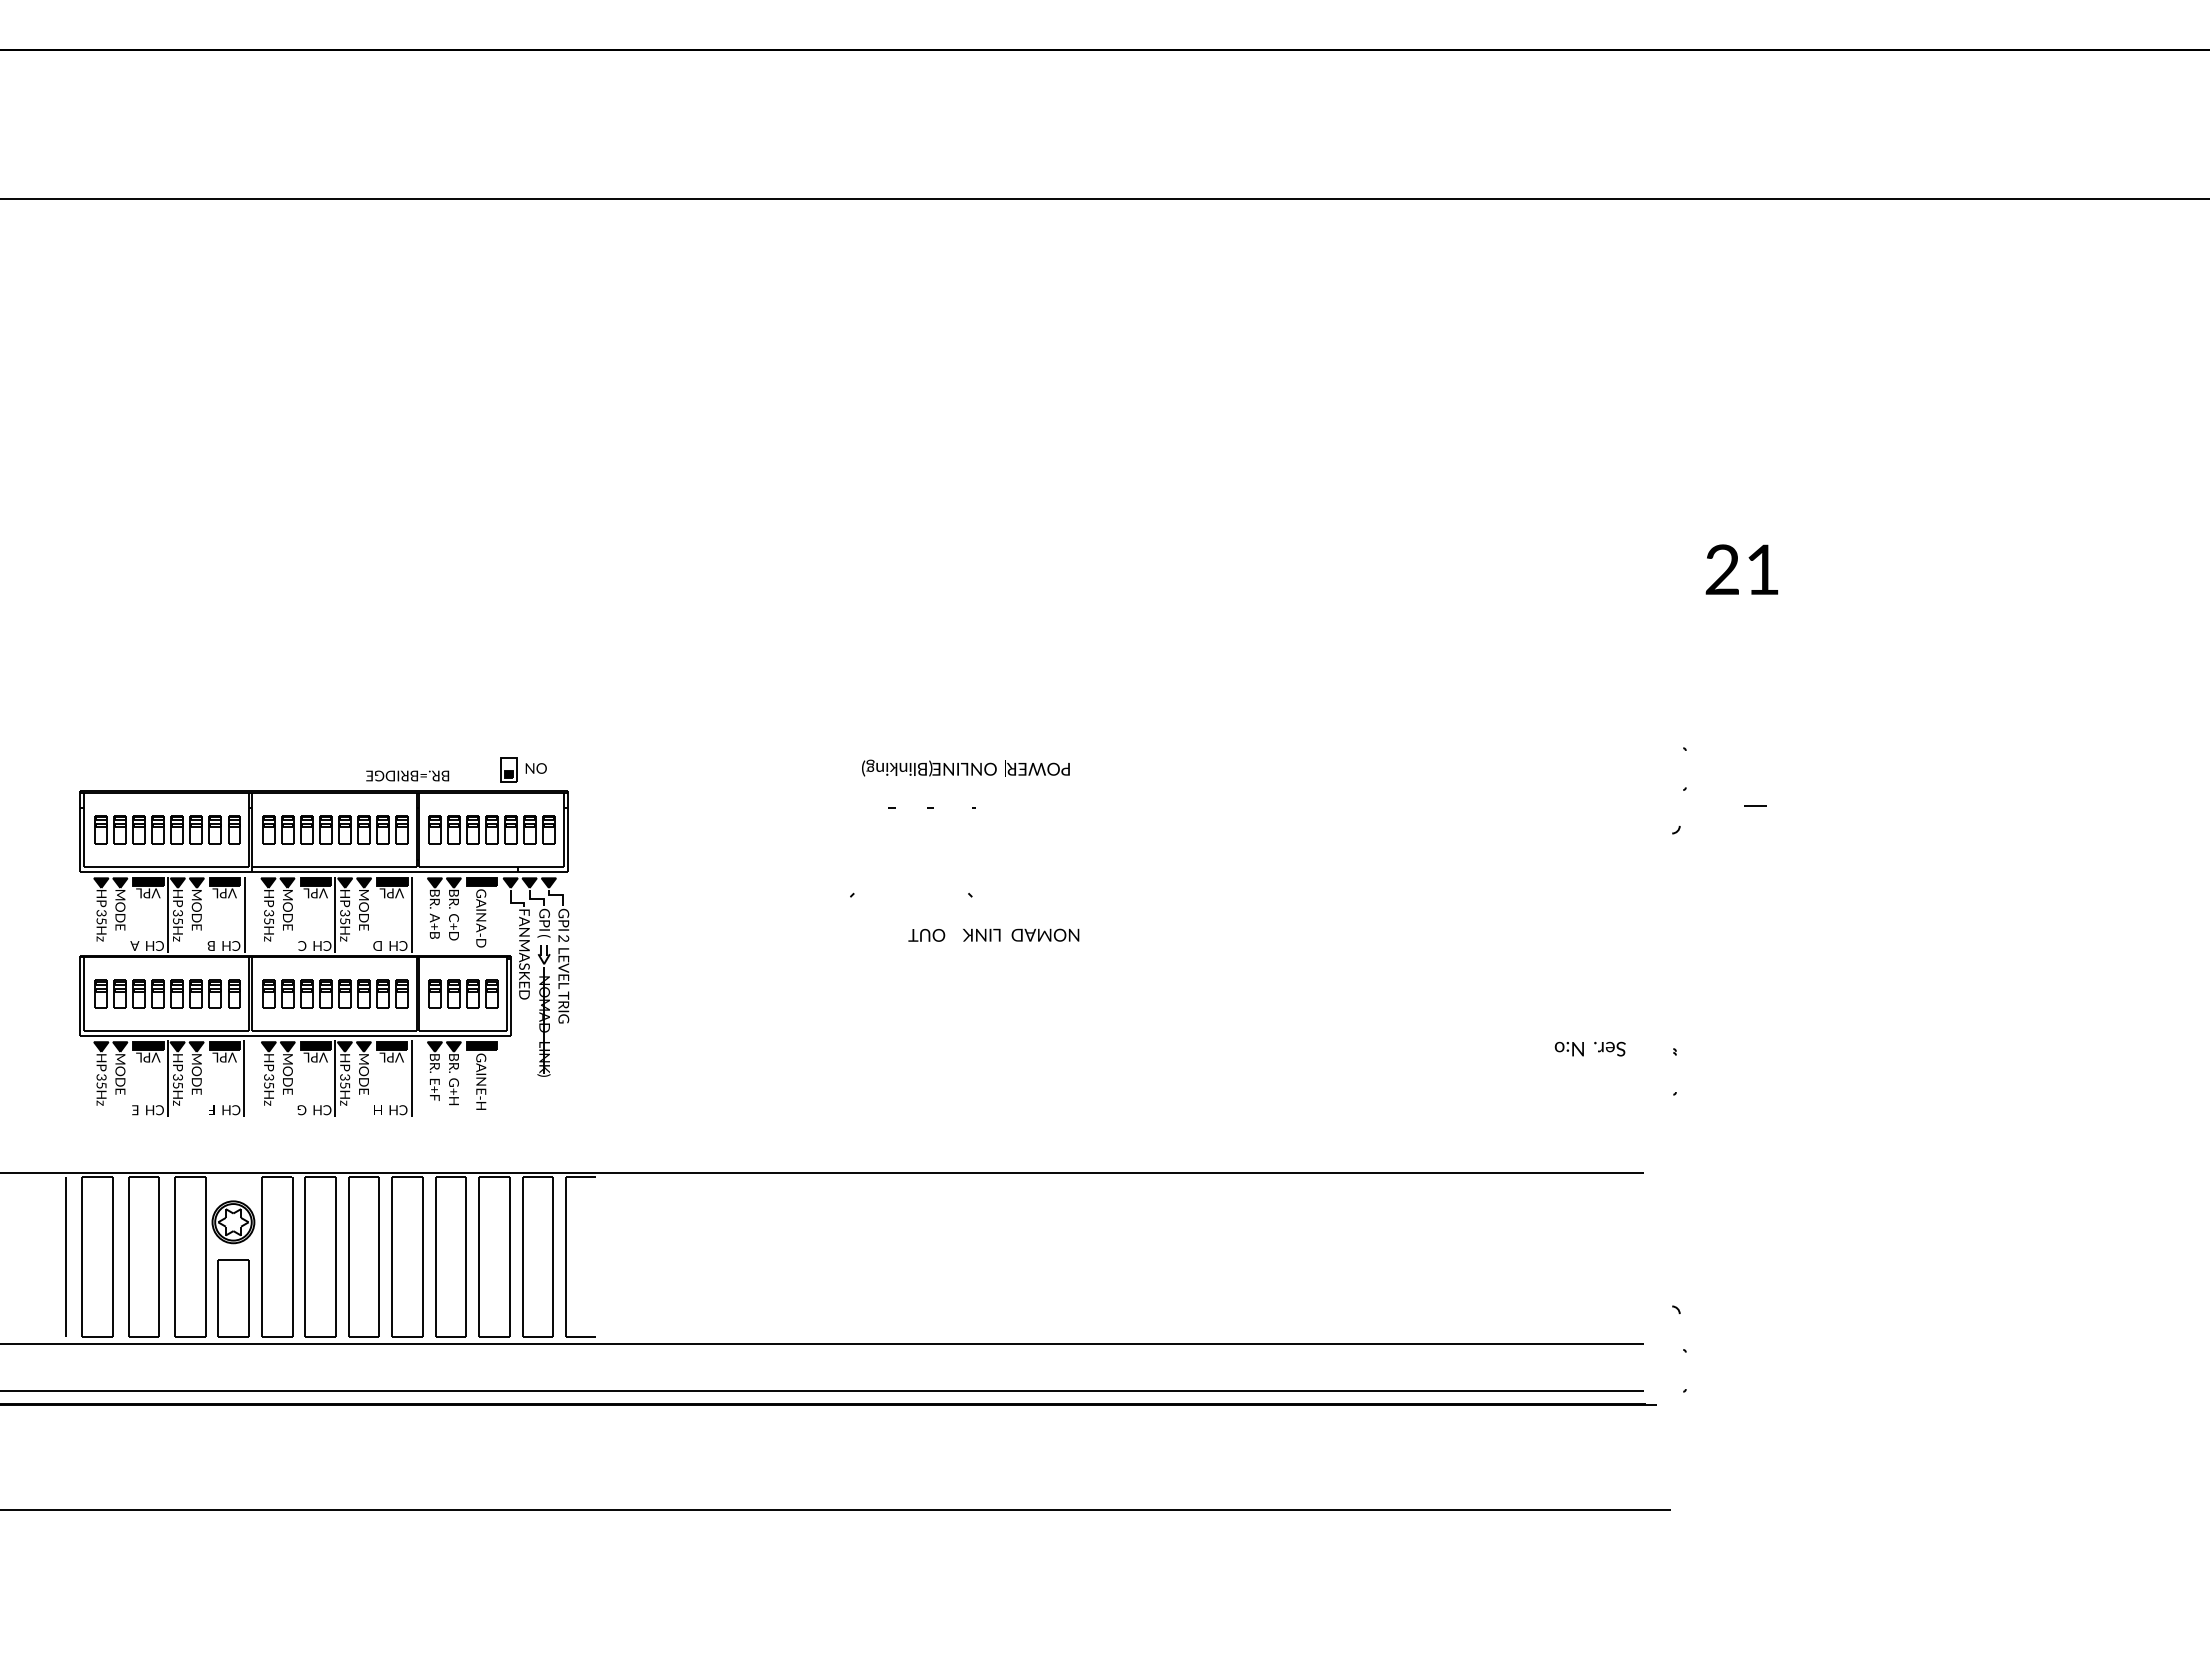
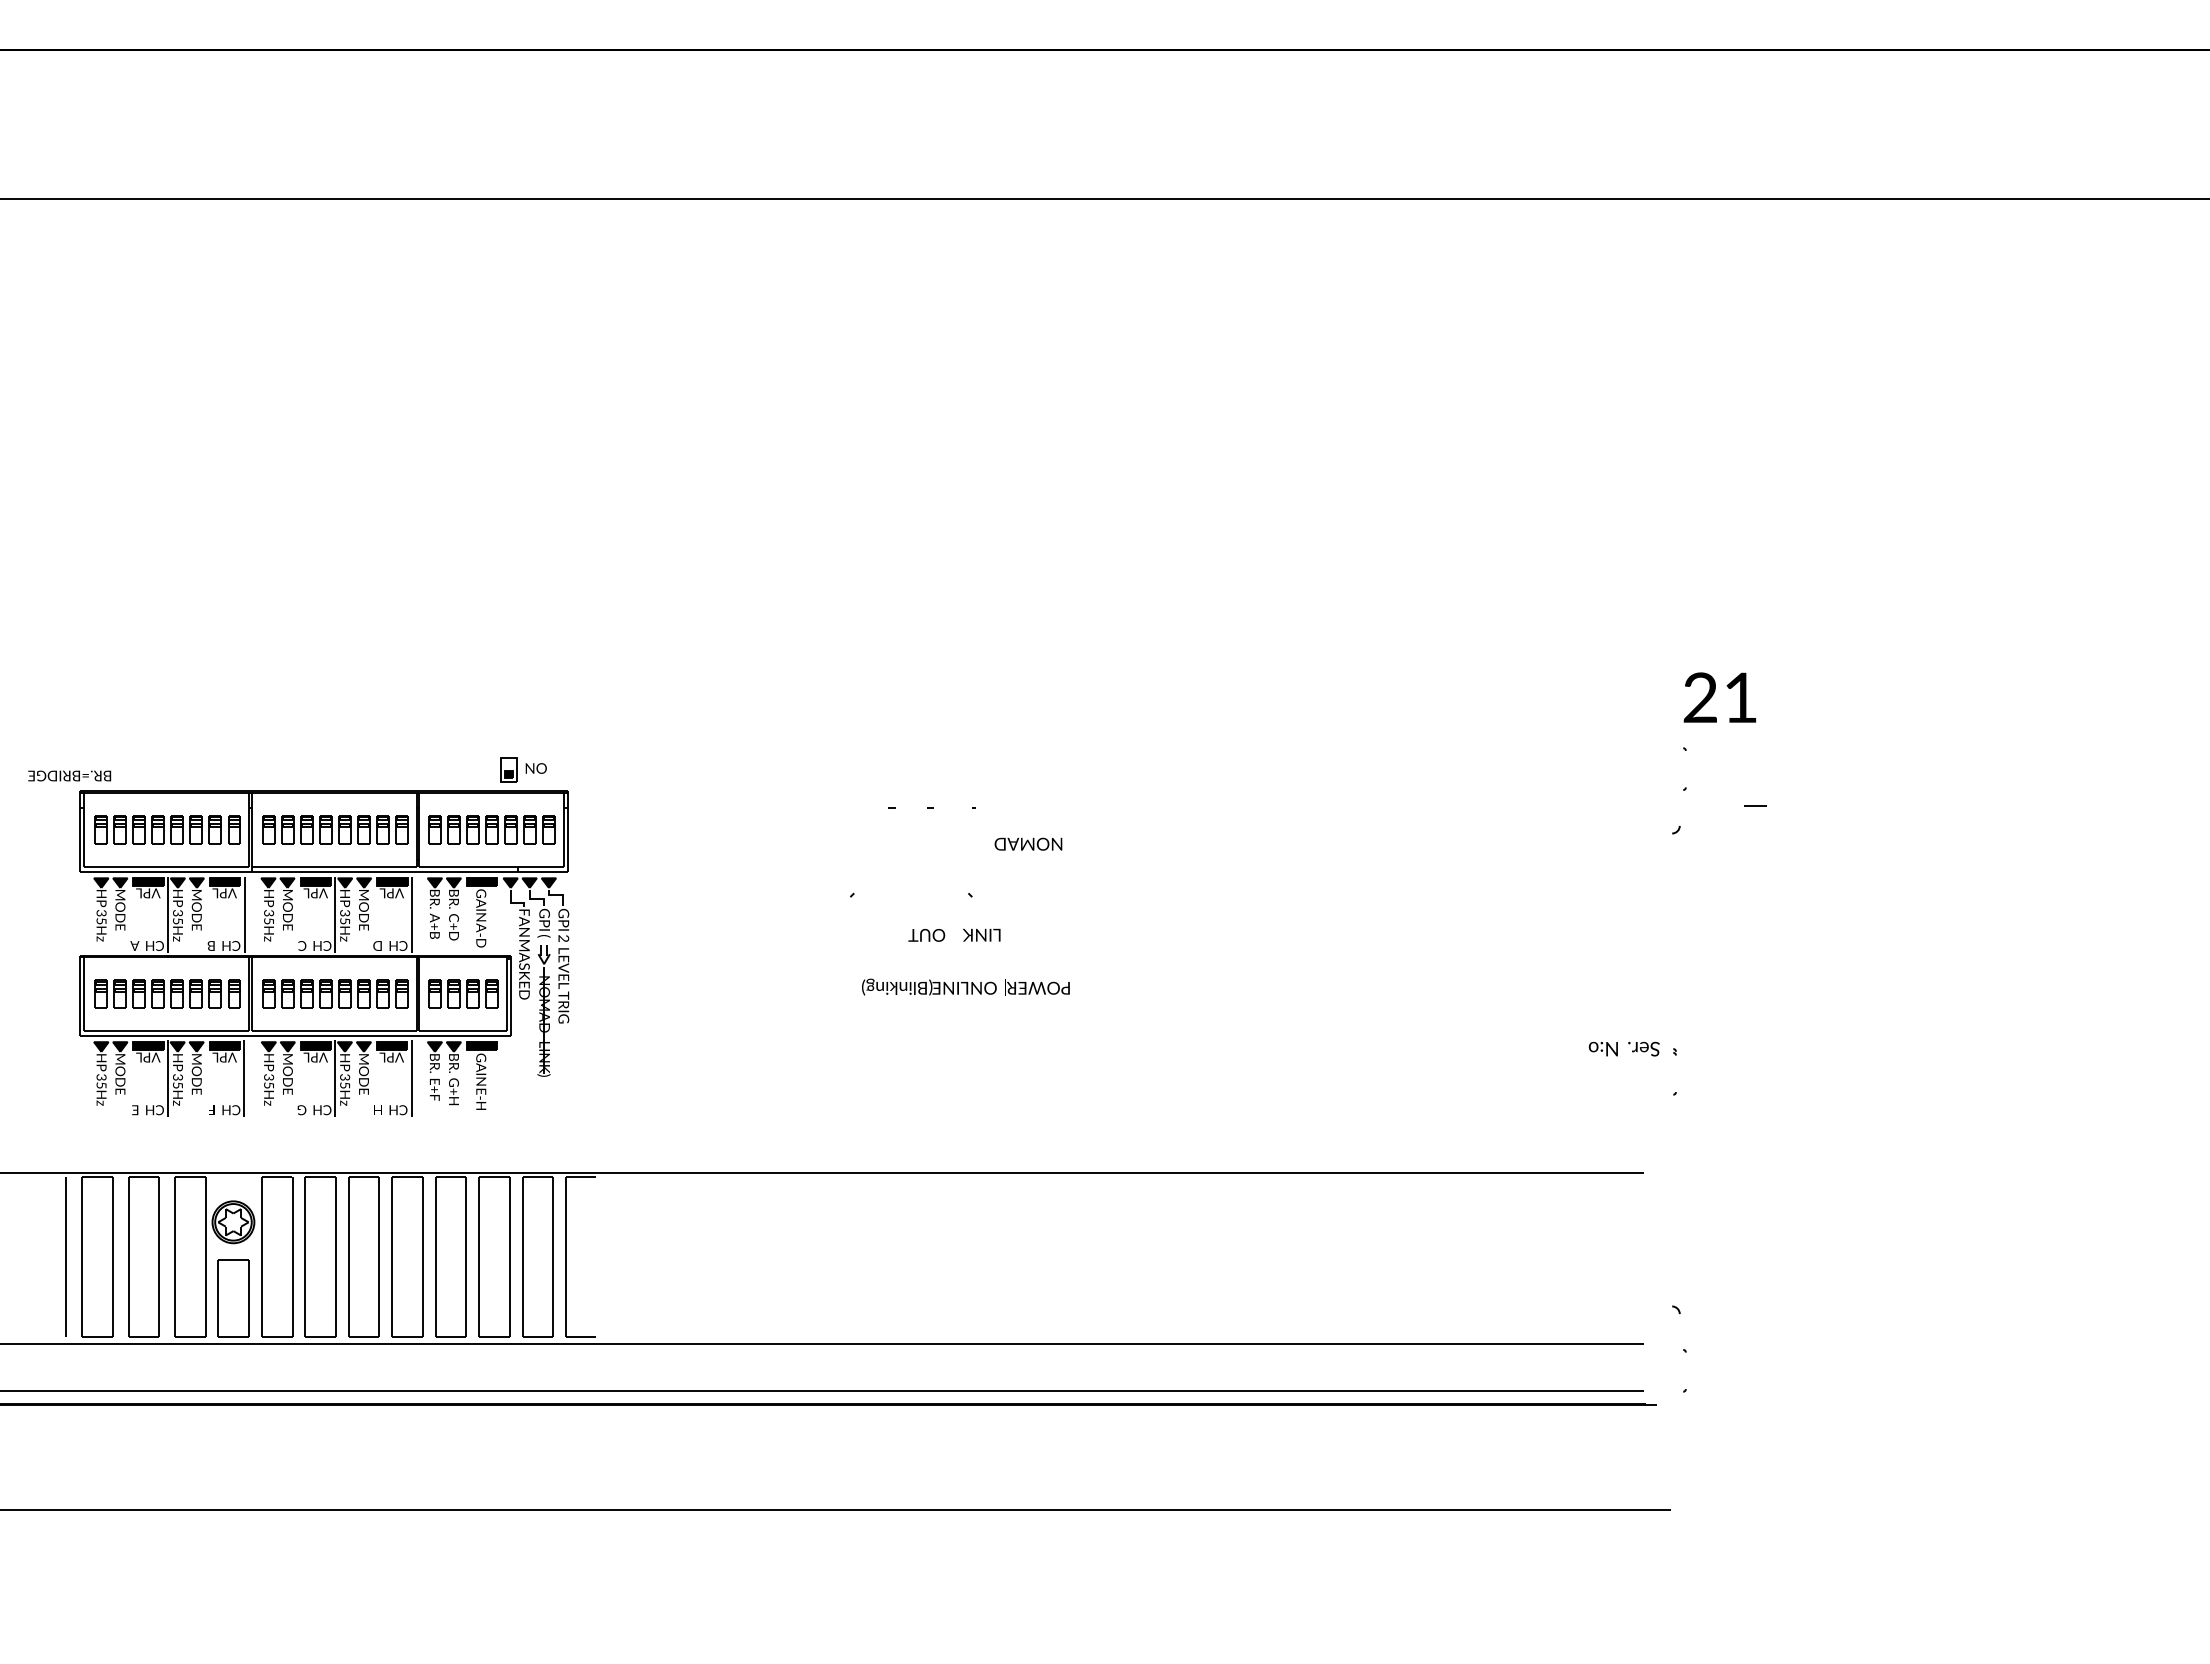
text at (1741, 569) position: (1741, 569) -> (1719, 697)
text at (965, 767) position: (965, 767) -> (965, 986)
text at (407, 775) position: (407, 775) -> (69, 775)
text at (1045, 934) position: (1045, 934) -> (1028, 843)
text at (1589, 1048) position: (1589, 1048) -> (1623, 1048)
